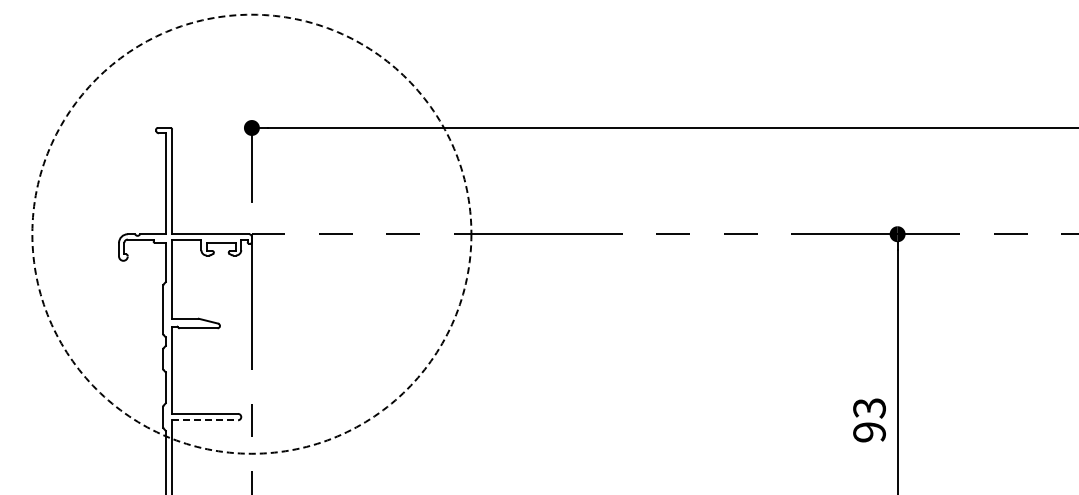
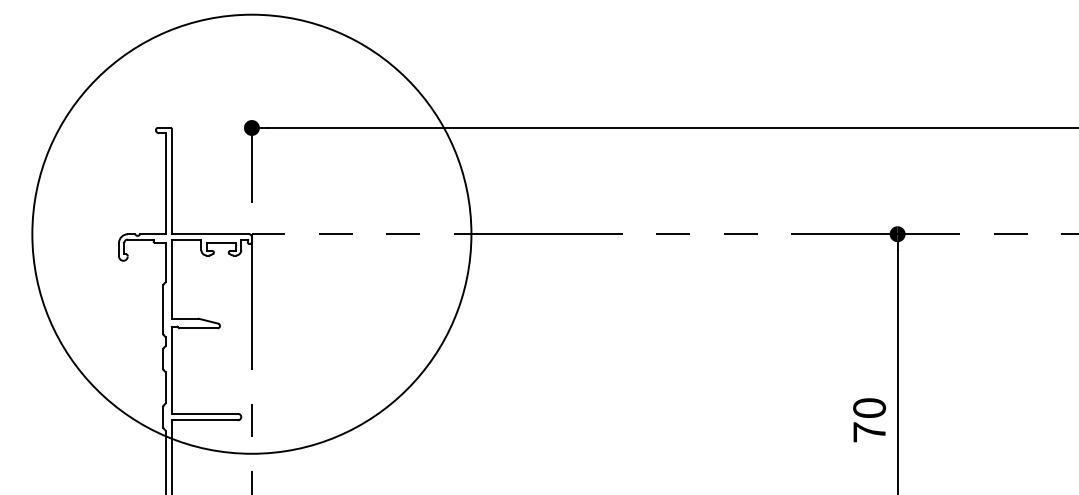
circle at (251, 233): dashed -> solid
line at (205, 420): dashed -> solid
text at (869, 420): 93 -> 70
